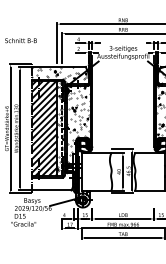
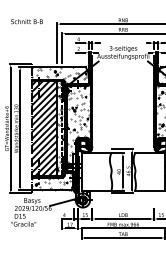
text at (20, 40) position: (20, 40) -> (26, 21)
hatch at (52, 180): none -> present
